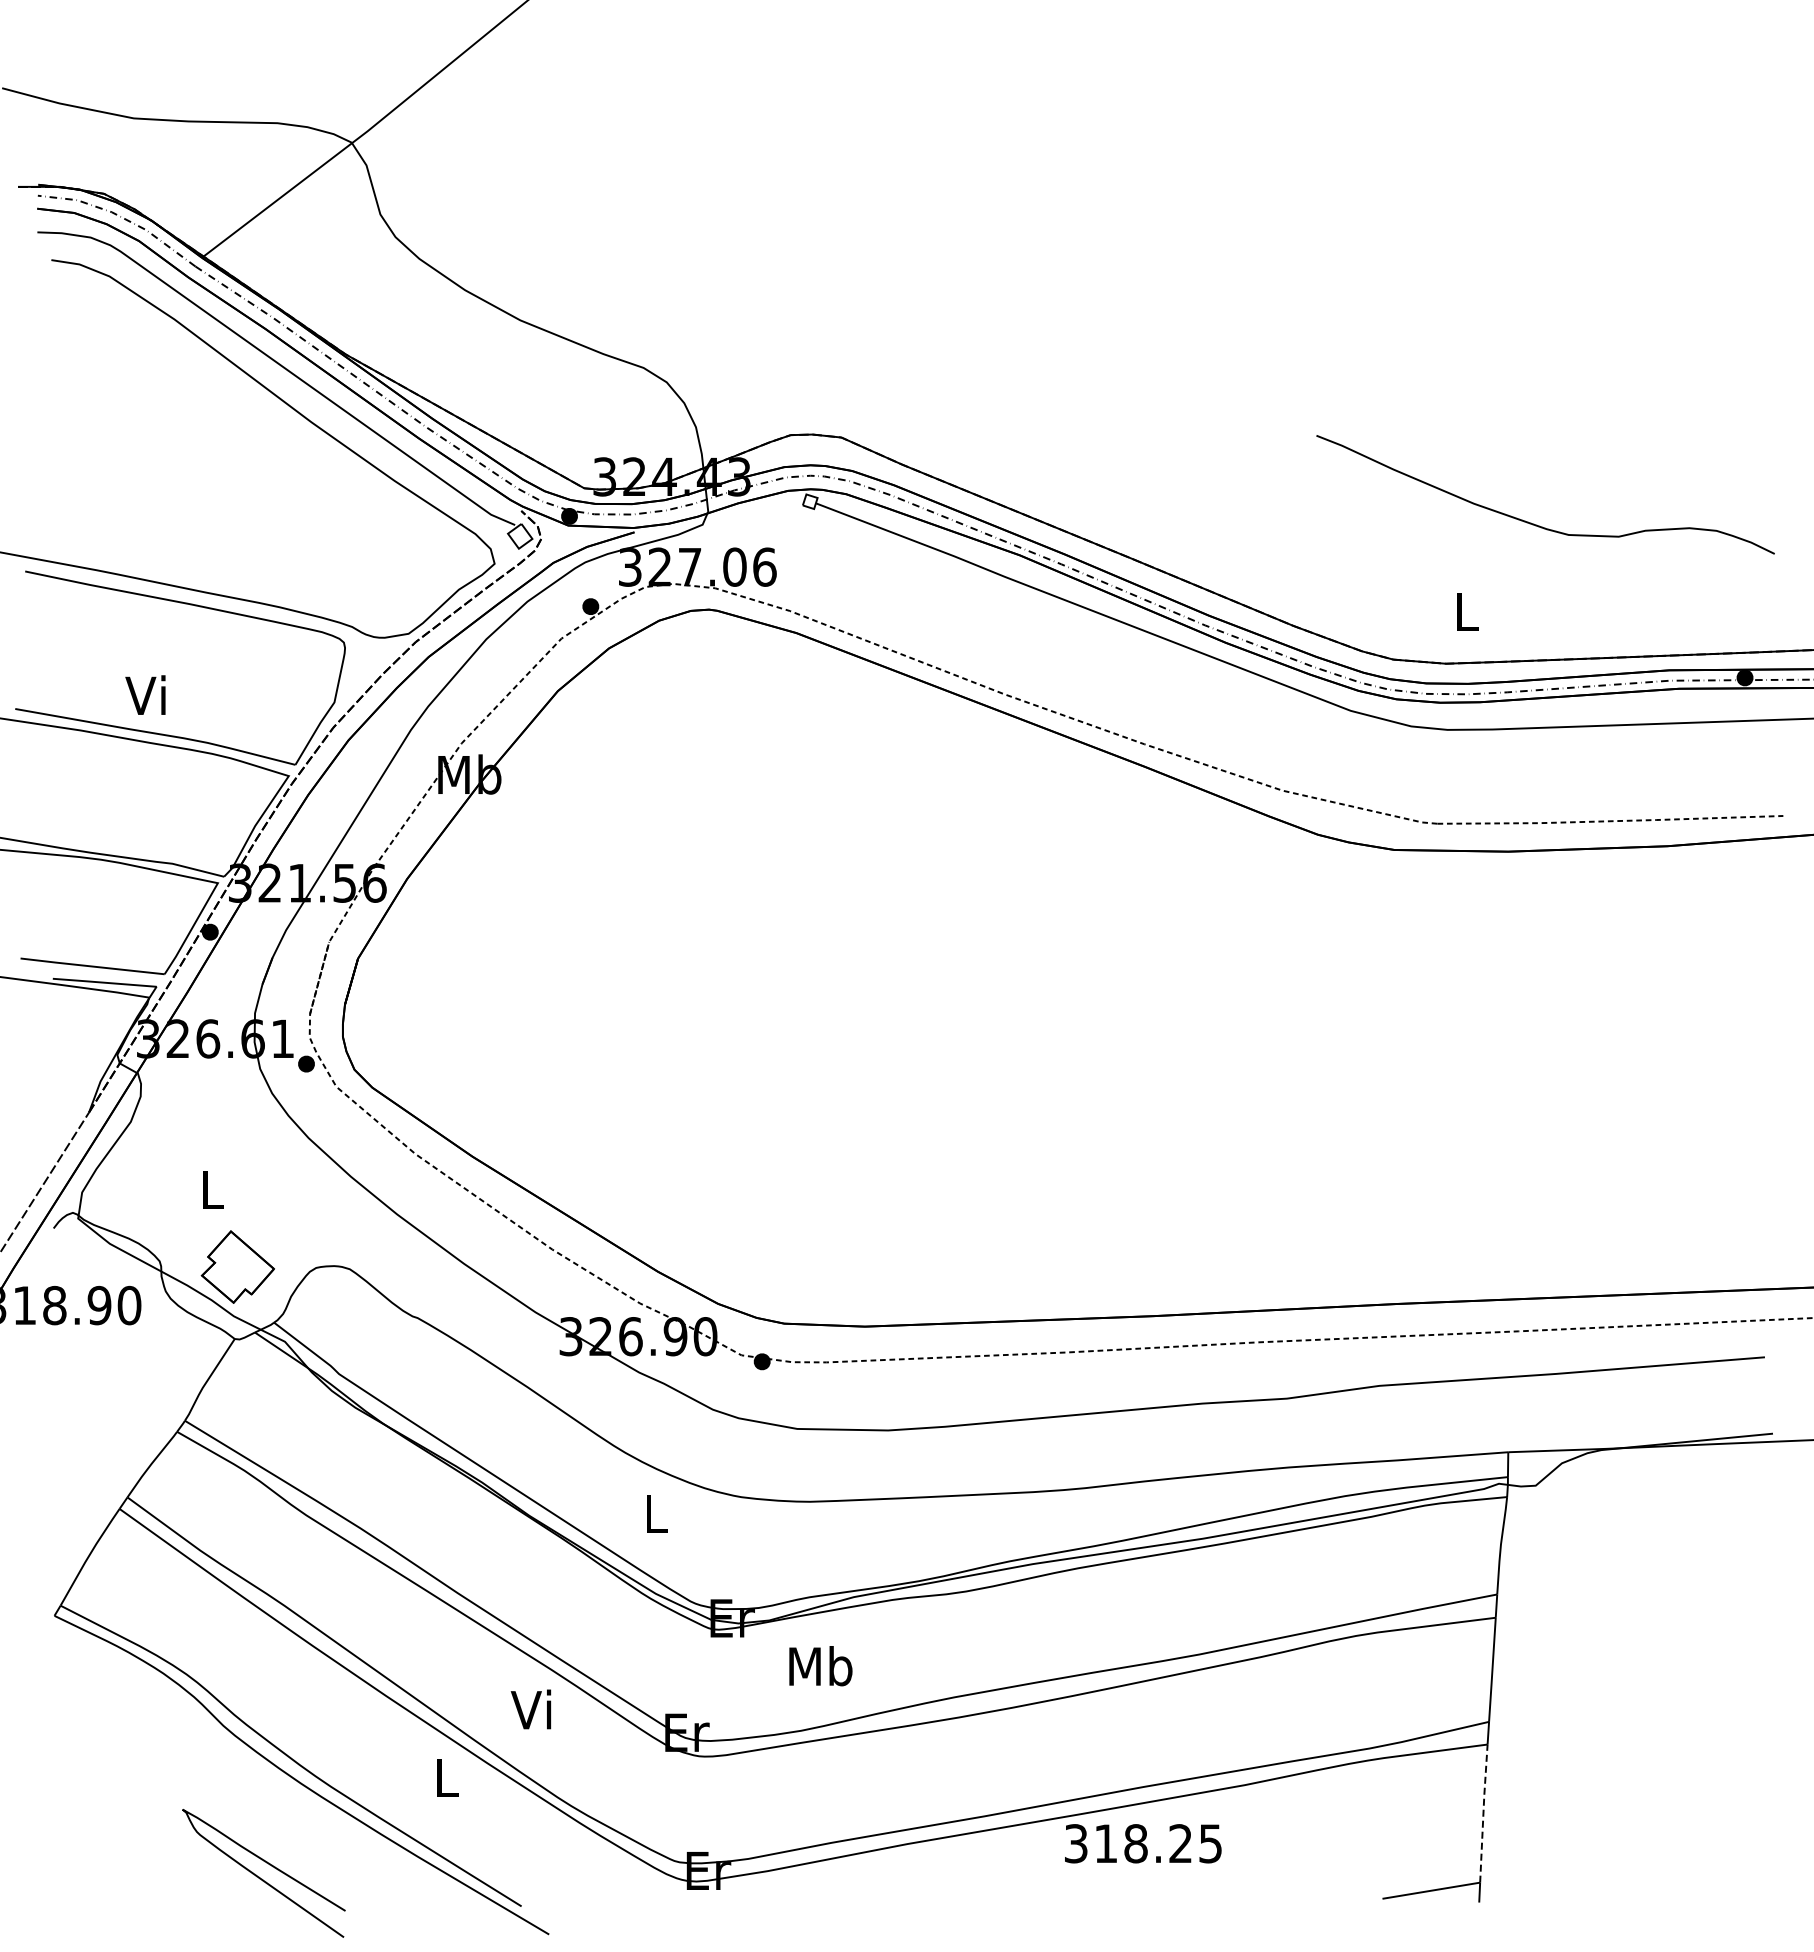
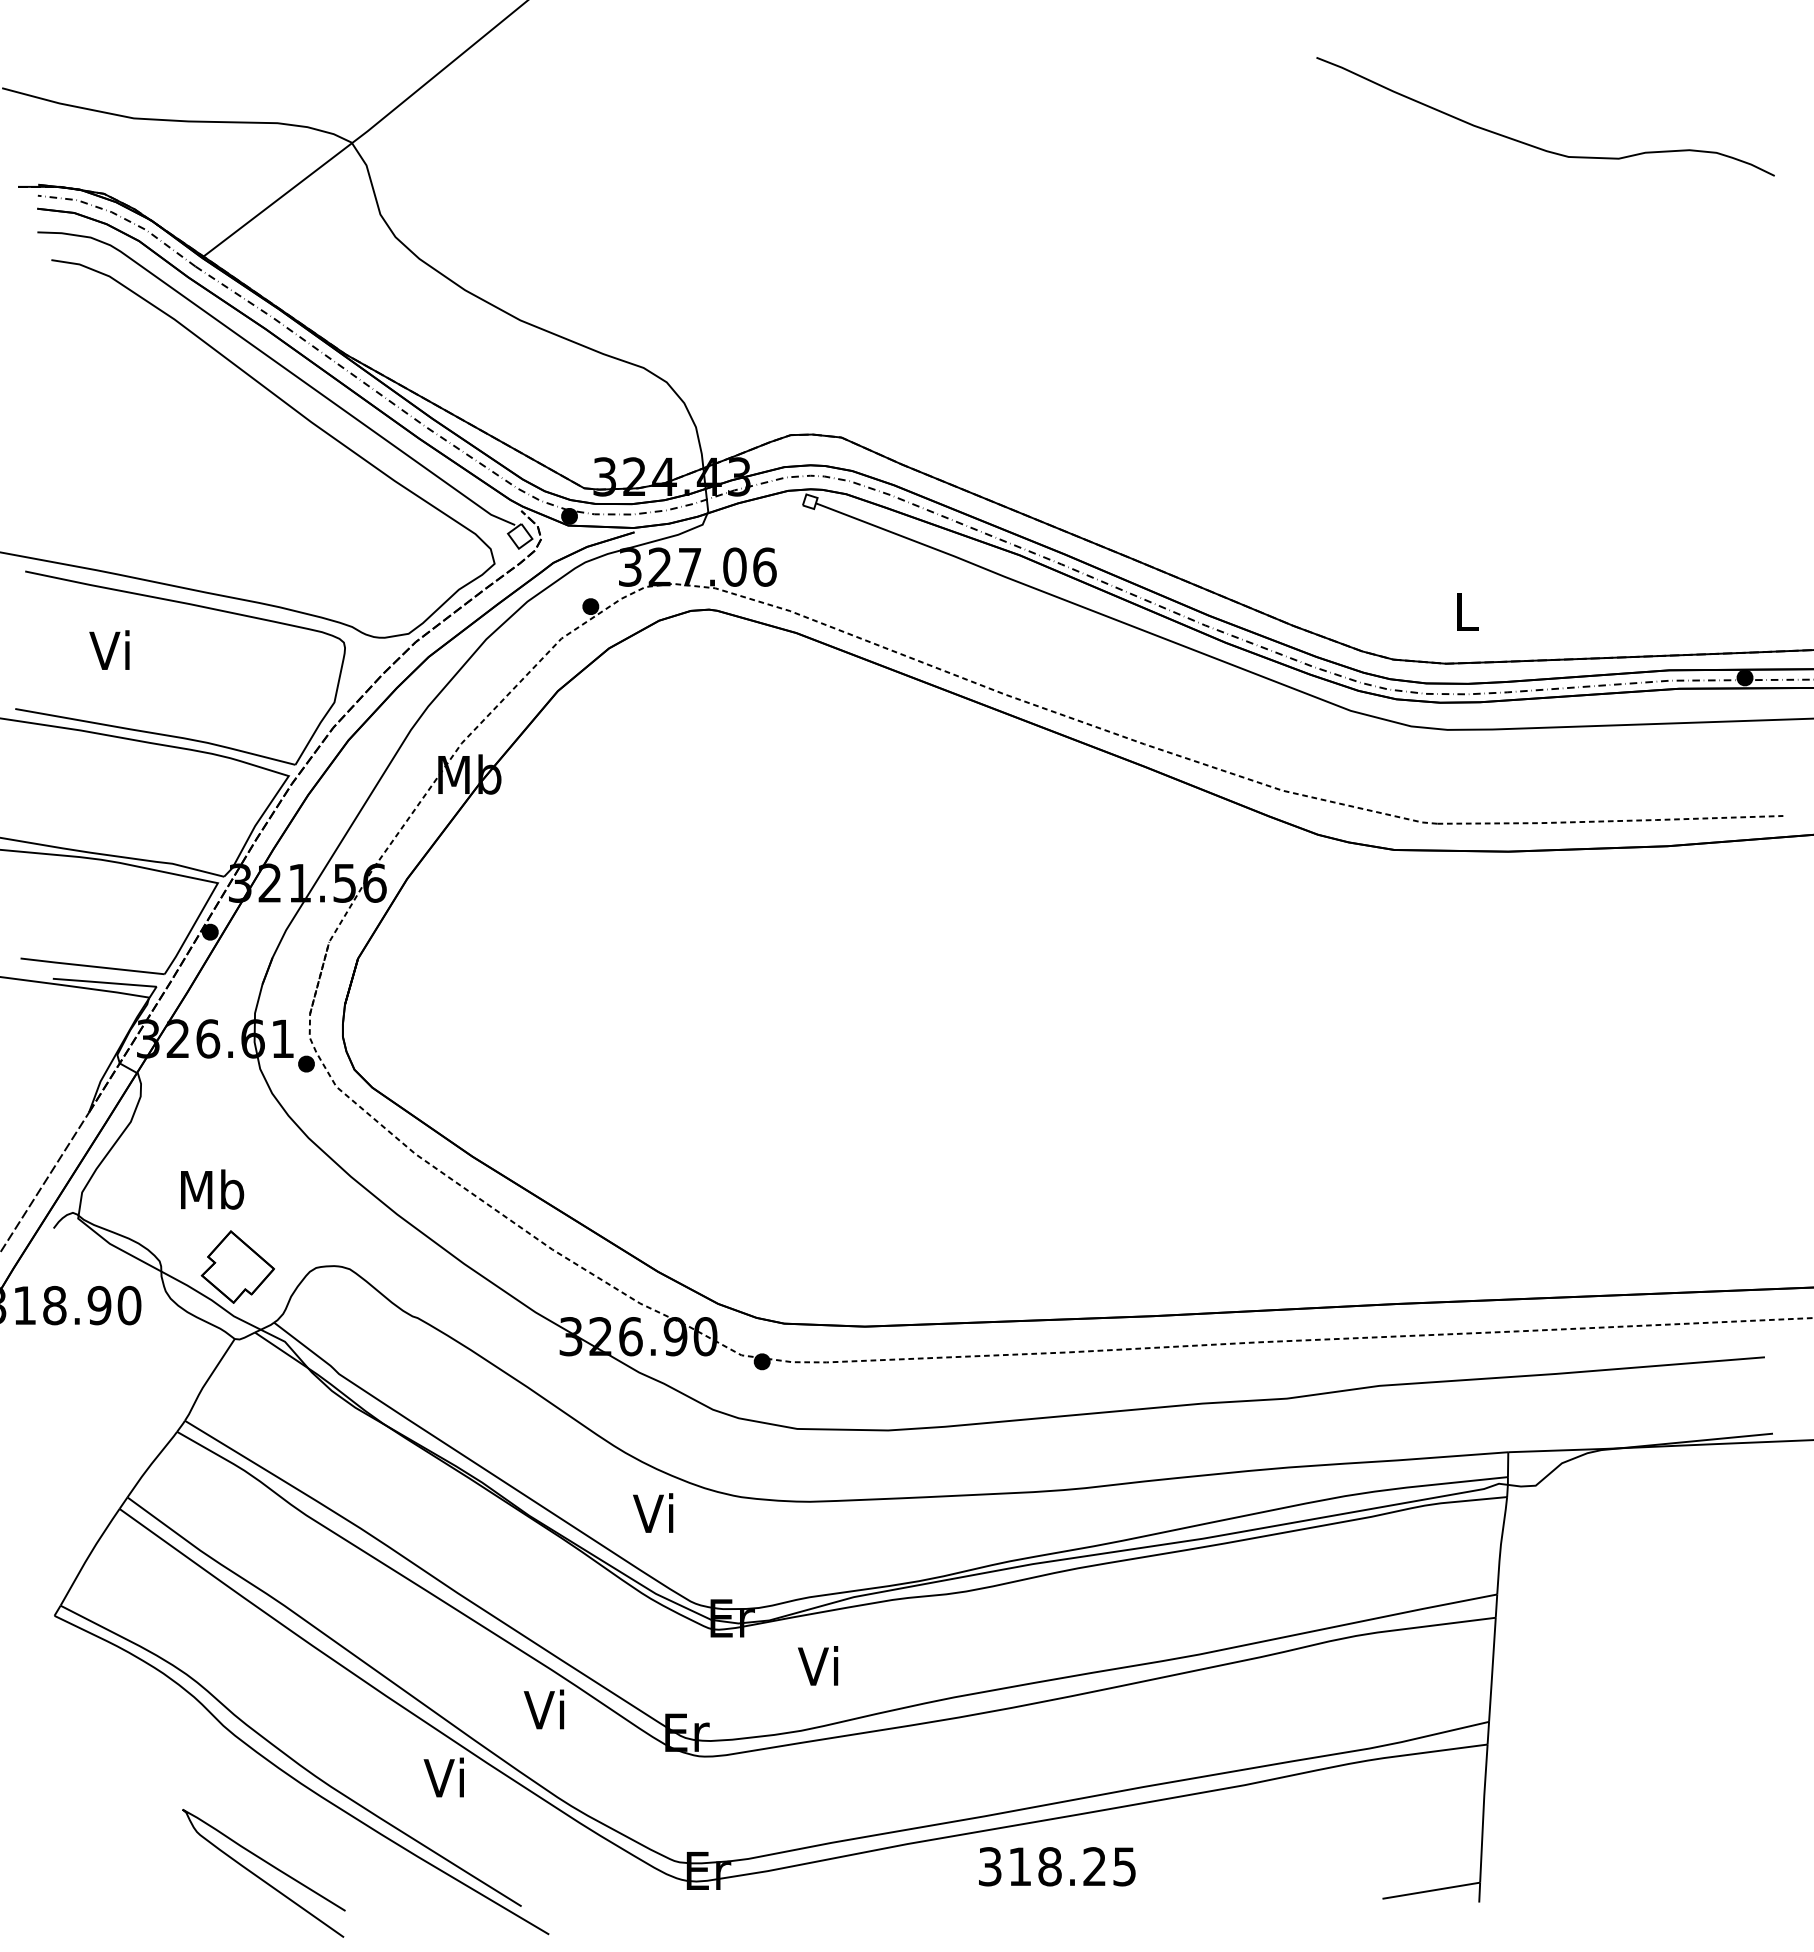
curve at (1534, 523) position: (1534, 523) -> (1534, 145)
text at (145, 694) position: (145, 694) -> (109, 649)
text at (212, 1189): L -> Mb
text at (653, 1512): L -> Vi
text at (820, 1666): Mb -> Vi
text at (530, 1709) position: (530, 1709) -> (543, 1709)
text at (443, 1777): L -> Vi
line at (1483, 1812): dashed -> solid
text at (1143, 1843) position: (1143, 1843) -> (1057, 1866)
